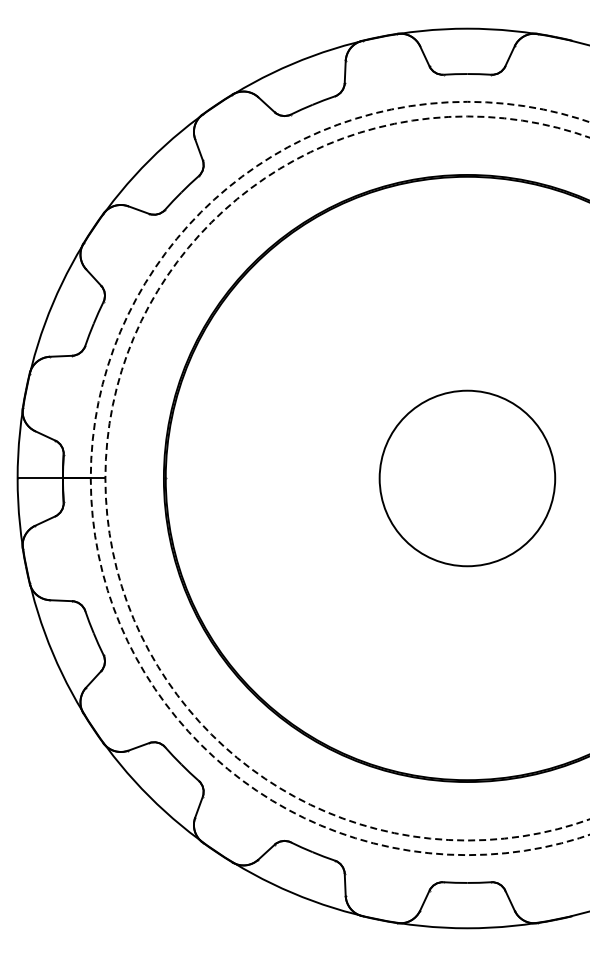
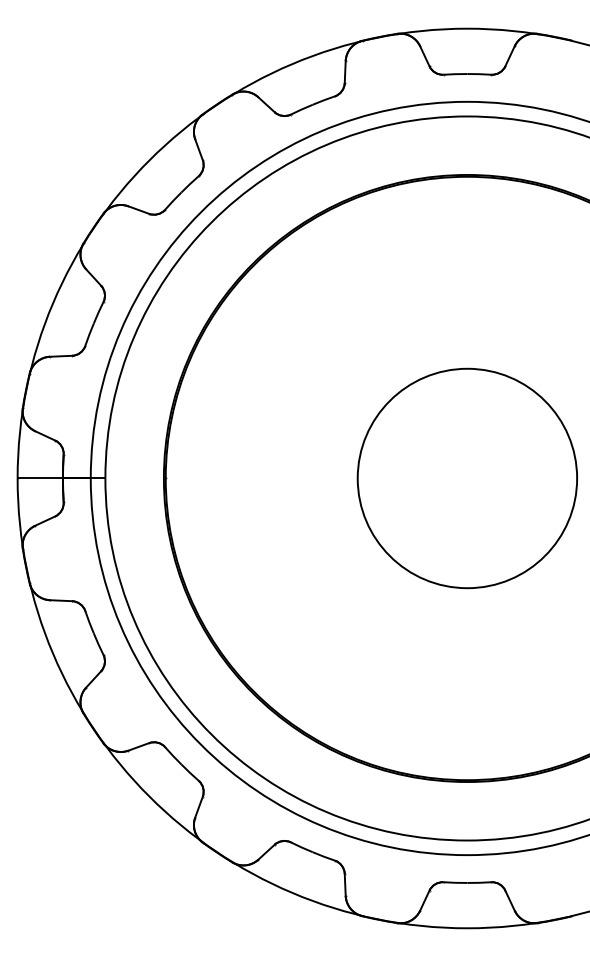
circle at (339, 478): dashed -> solid
circle at (347, 478): dashed -> solid
circle at (467, 478) diameter: 176 px -> 219 px
